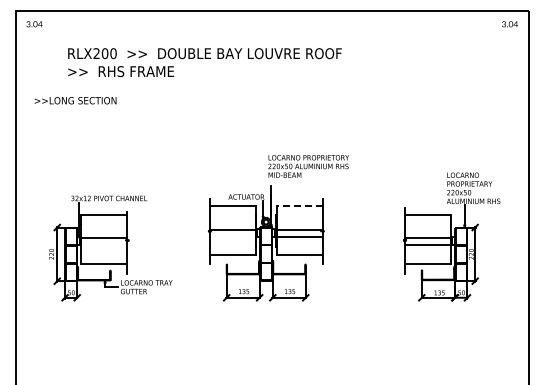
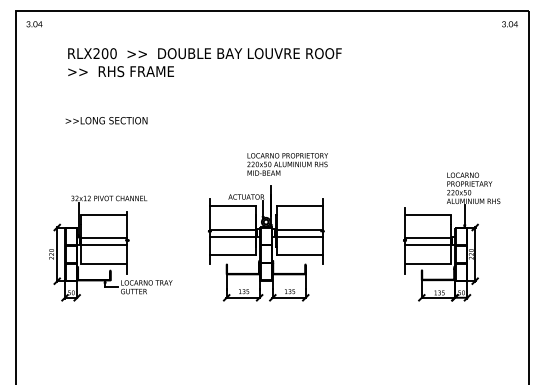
text at (75, 100) position: (75, 100) -> (106, 120)
text at (308, 166) position: (308, 166) -> (287, 164)
line at (299, 206): dashed -> solid
line at (232, 236): none -> present
line at (104, 244): none -> present
